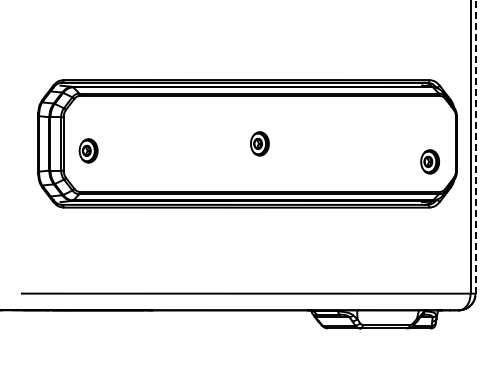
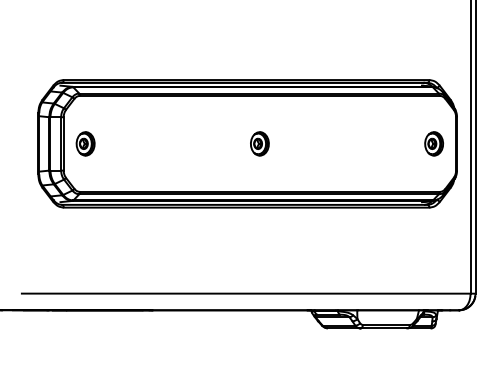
line at (475, 146): dashed -> solid
part at (88, 150) position: (88, 150) -> (85, 143)
part at (430, 161) position: (430, 161) -> (434, 143)
